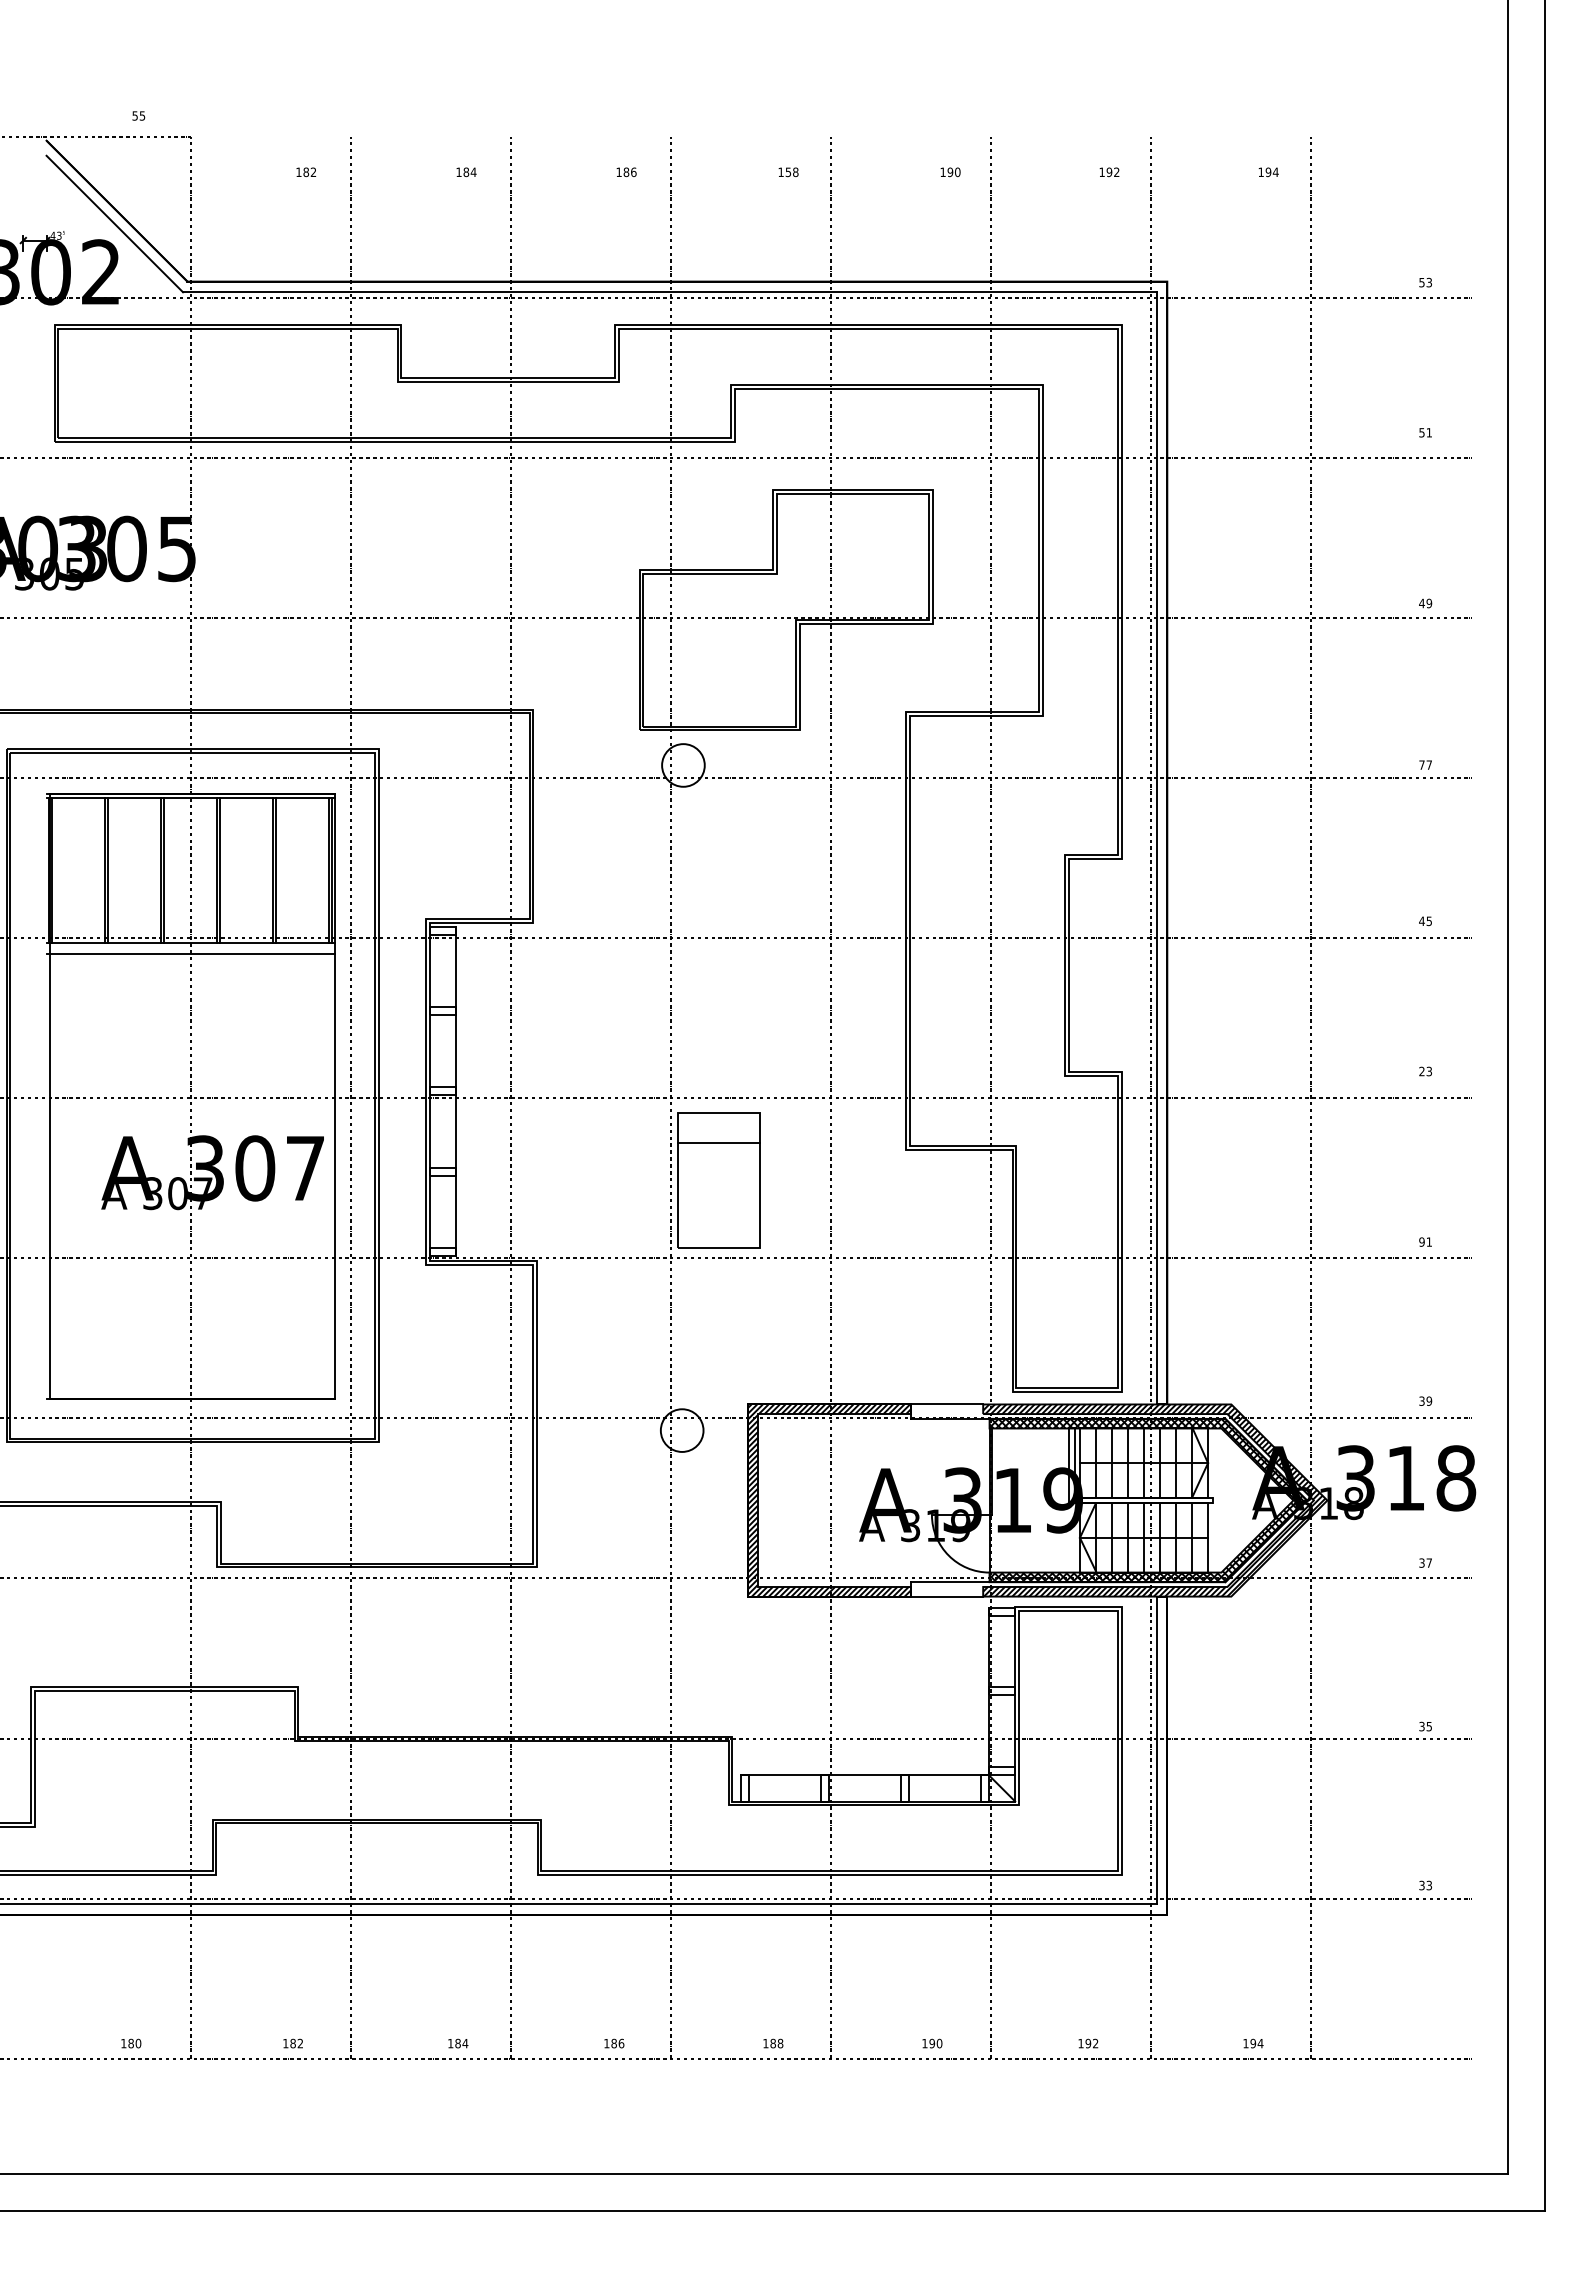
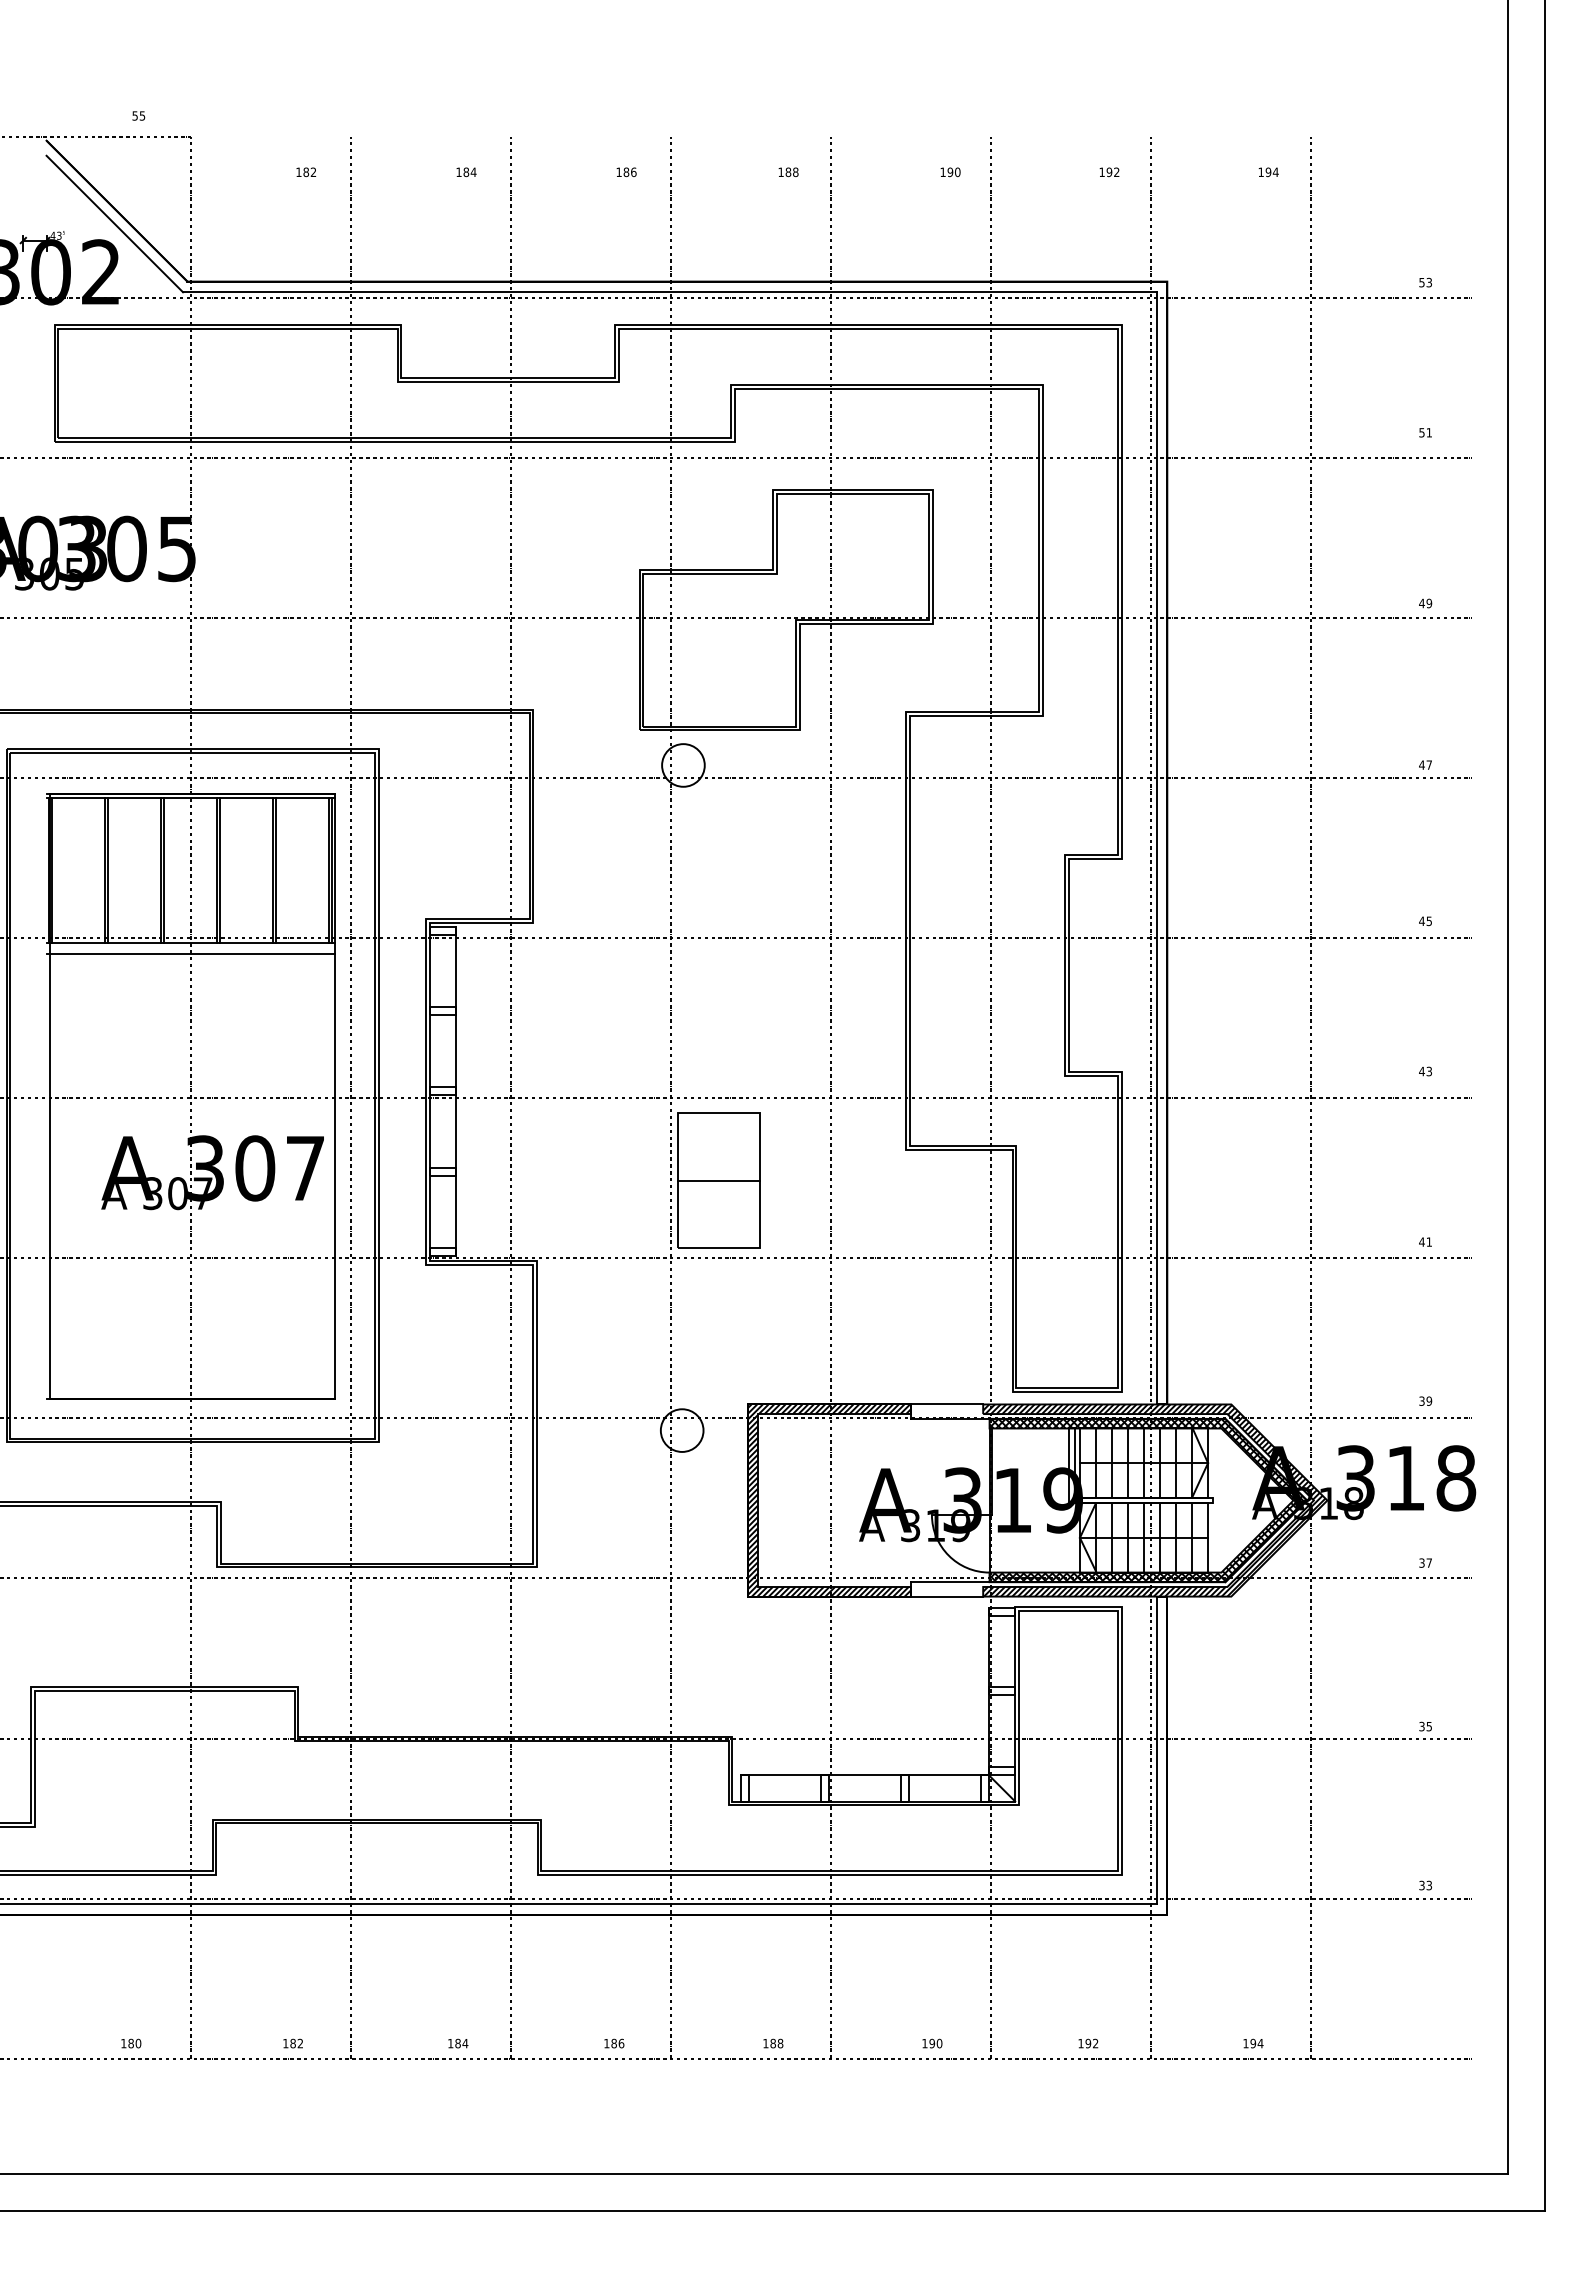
text at (788, 172): 158 -> 188
text at (1421, 764): 77 -> 47
text at (1421, 1071): 23 -> 43
line at (719, 1142) position: (719, 1142) -> (719, 1180)
text at (1421, 1241): 91 -> 41
